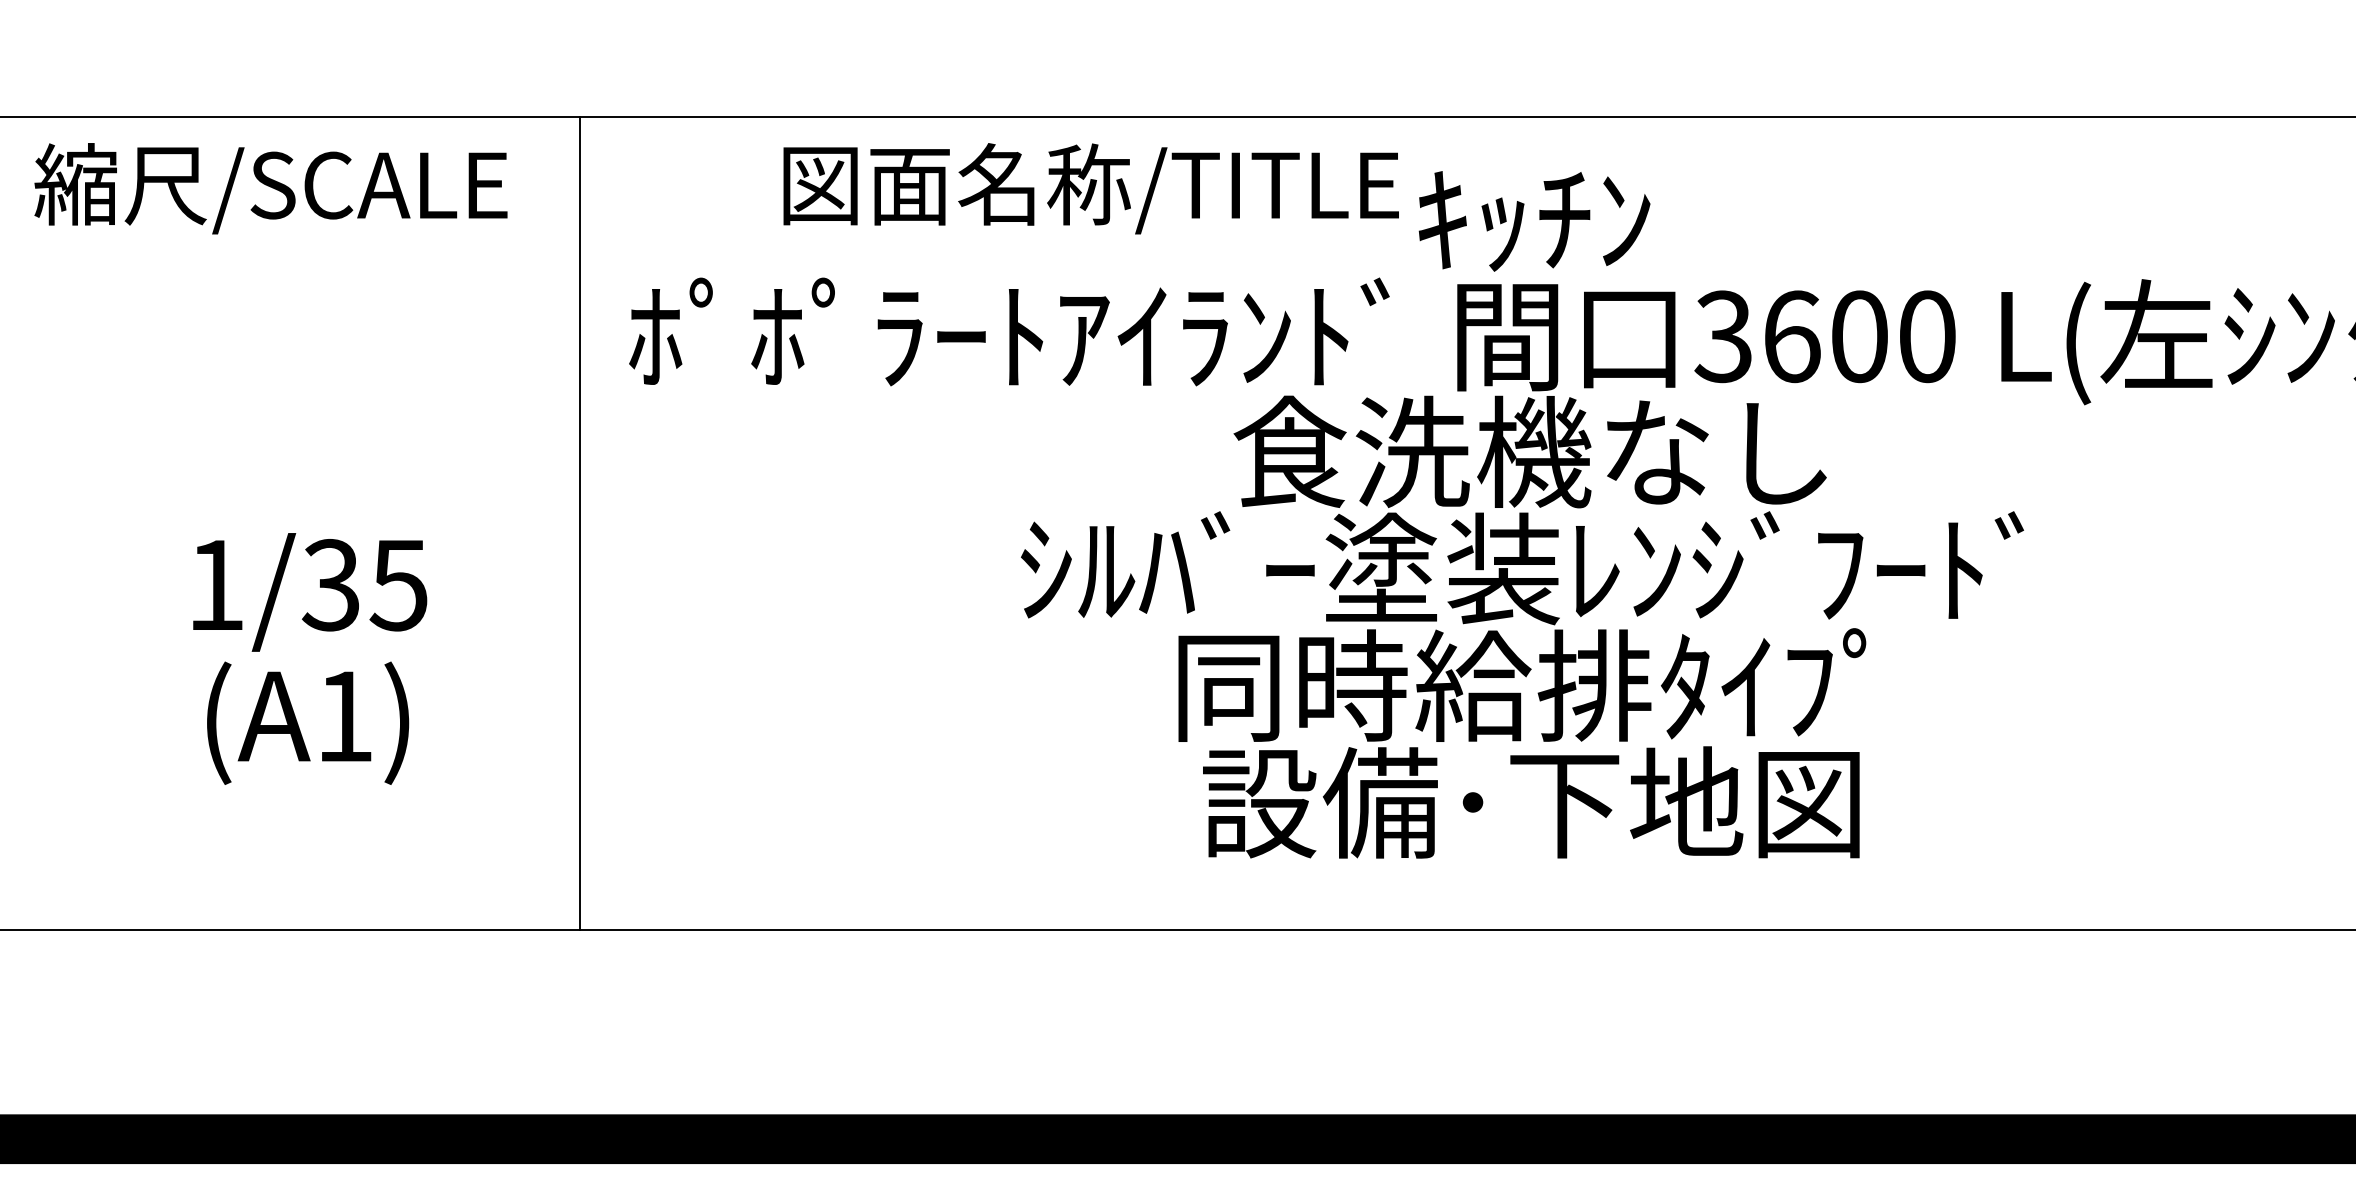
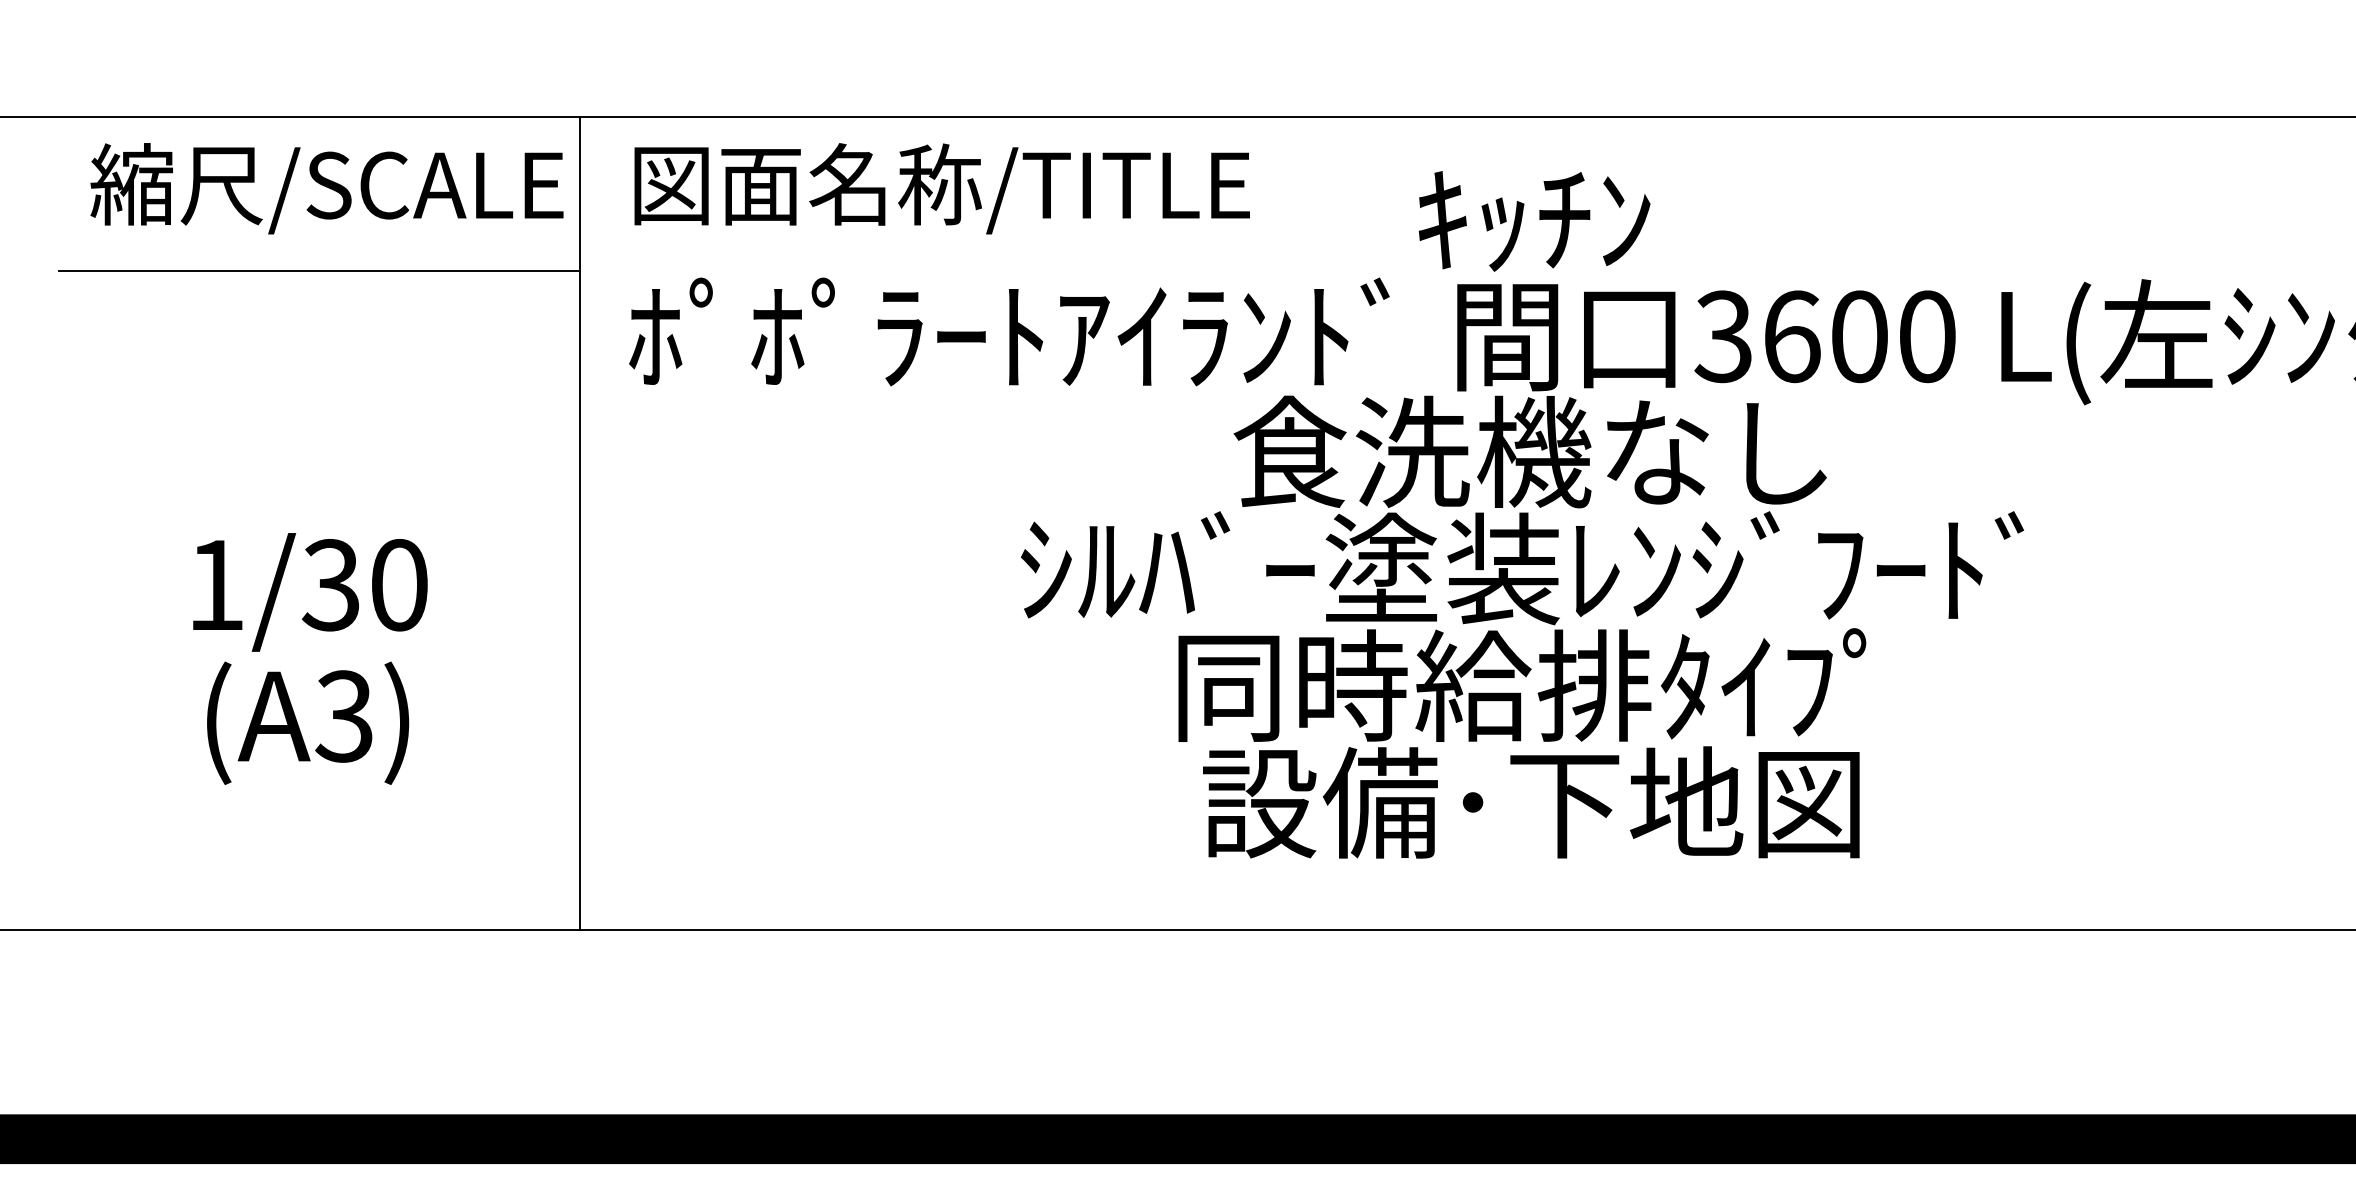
text at (270, 188) position: (270, 188) -> (326, 188)
text at (1090, 188) position: (1090, 188) -> (941, 188)
line at (319, 270): none -> present
text at (398, 585): 1/35 -> 1/30
text at (343, 716): (A1) -> (A3)
